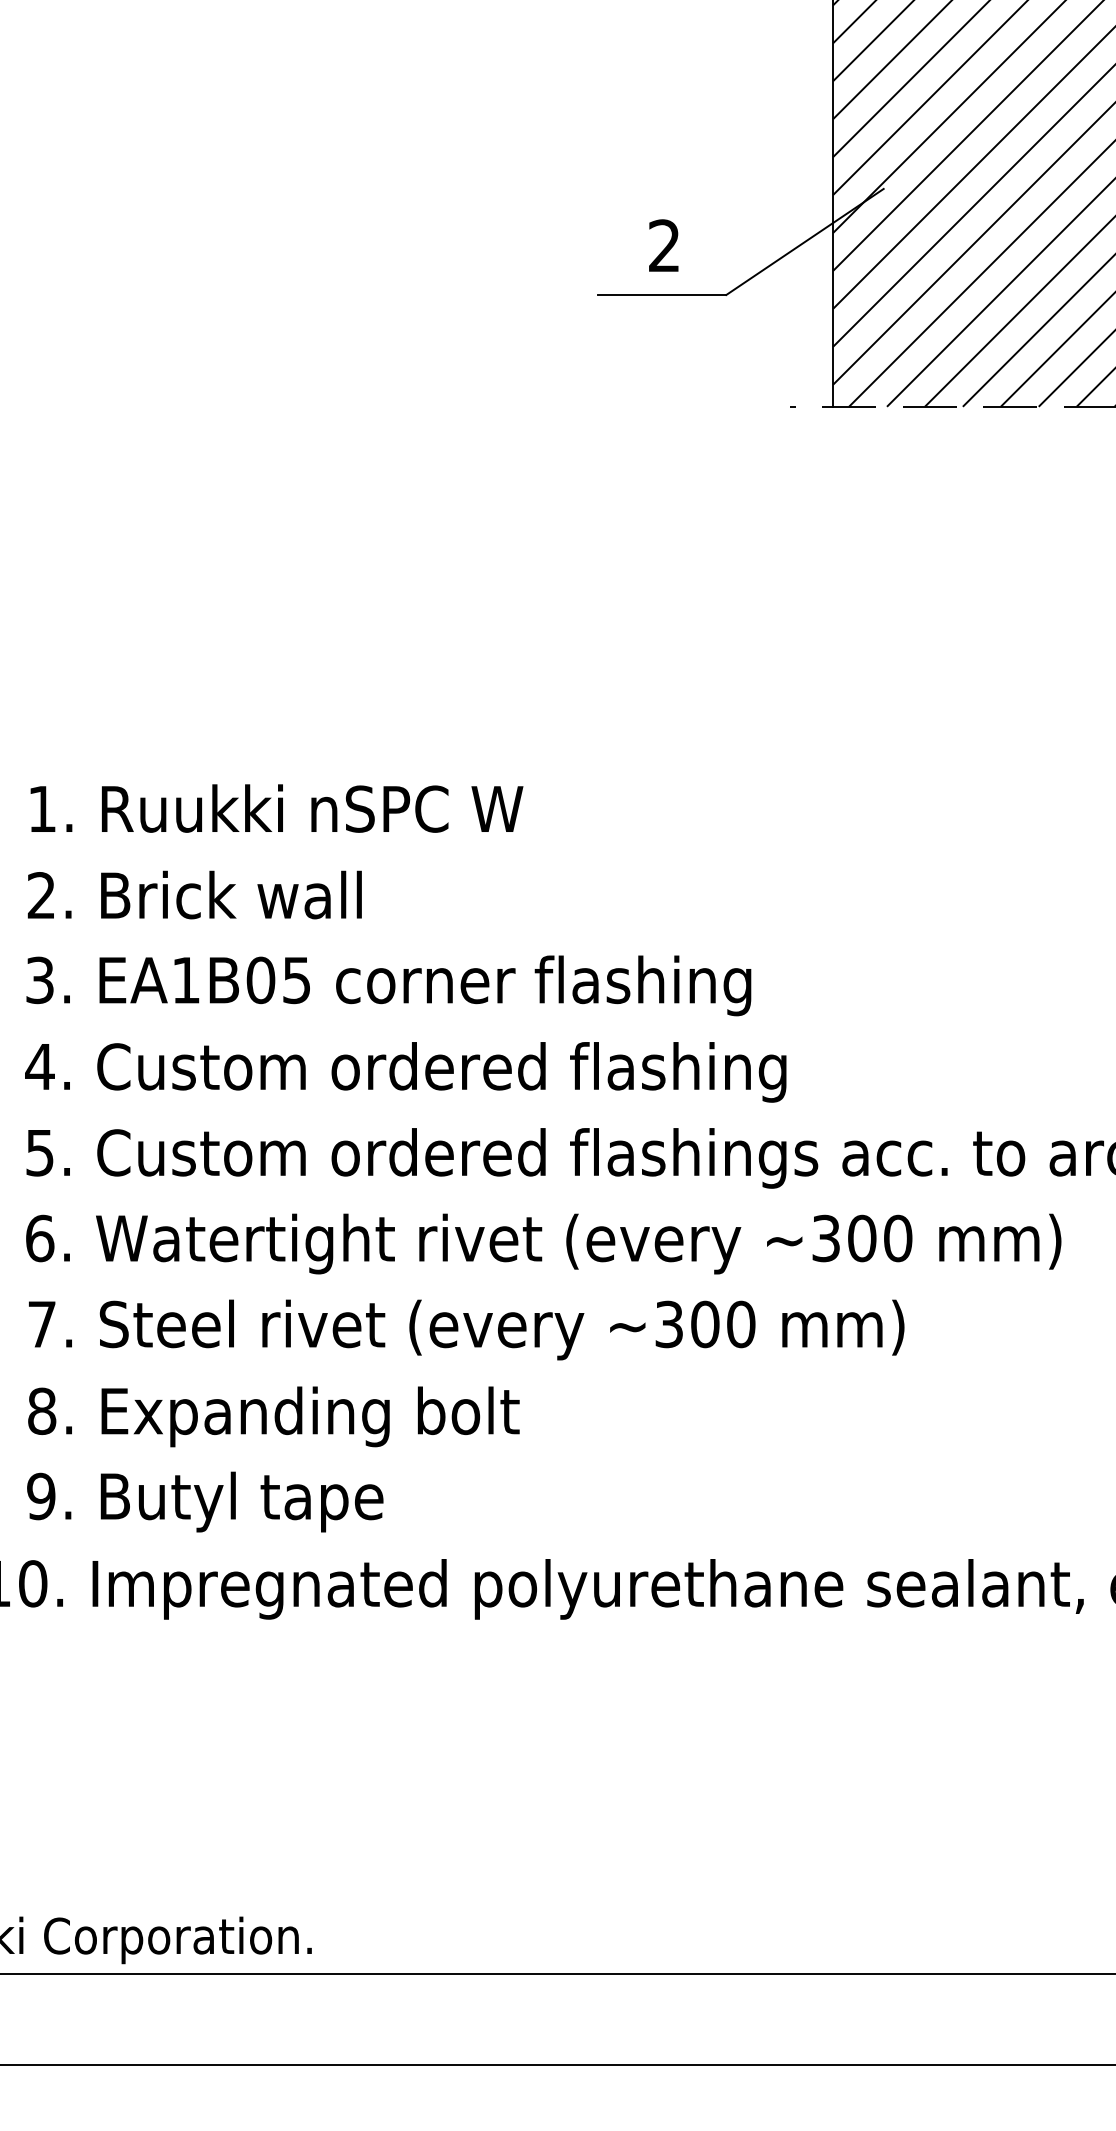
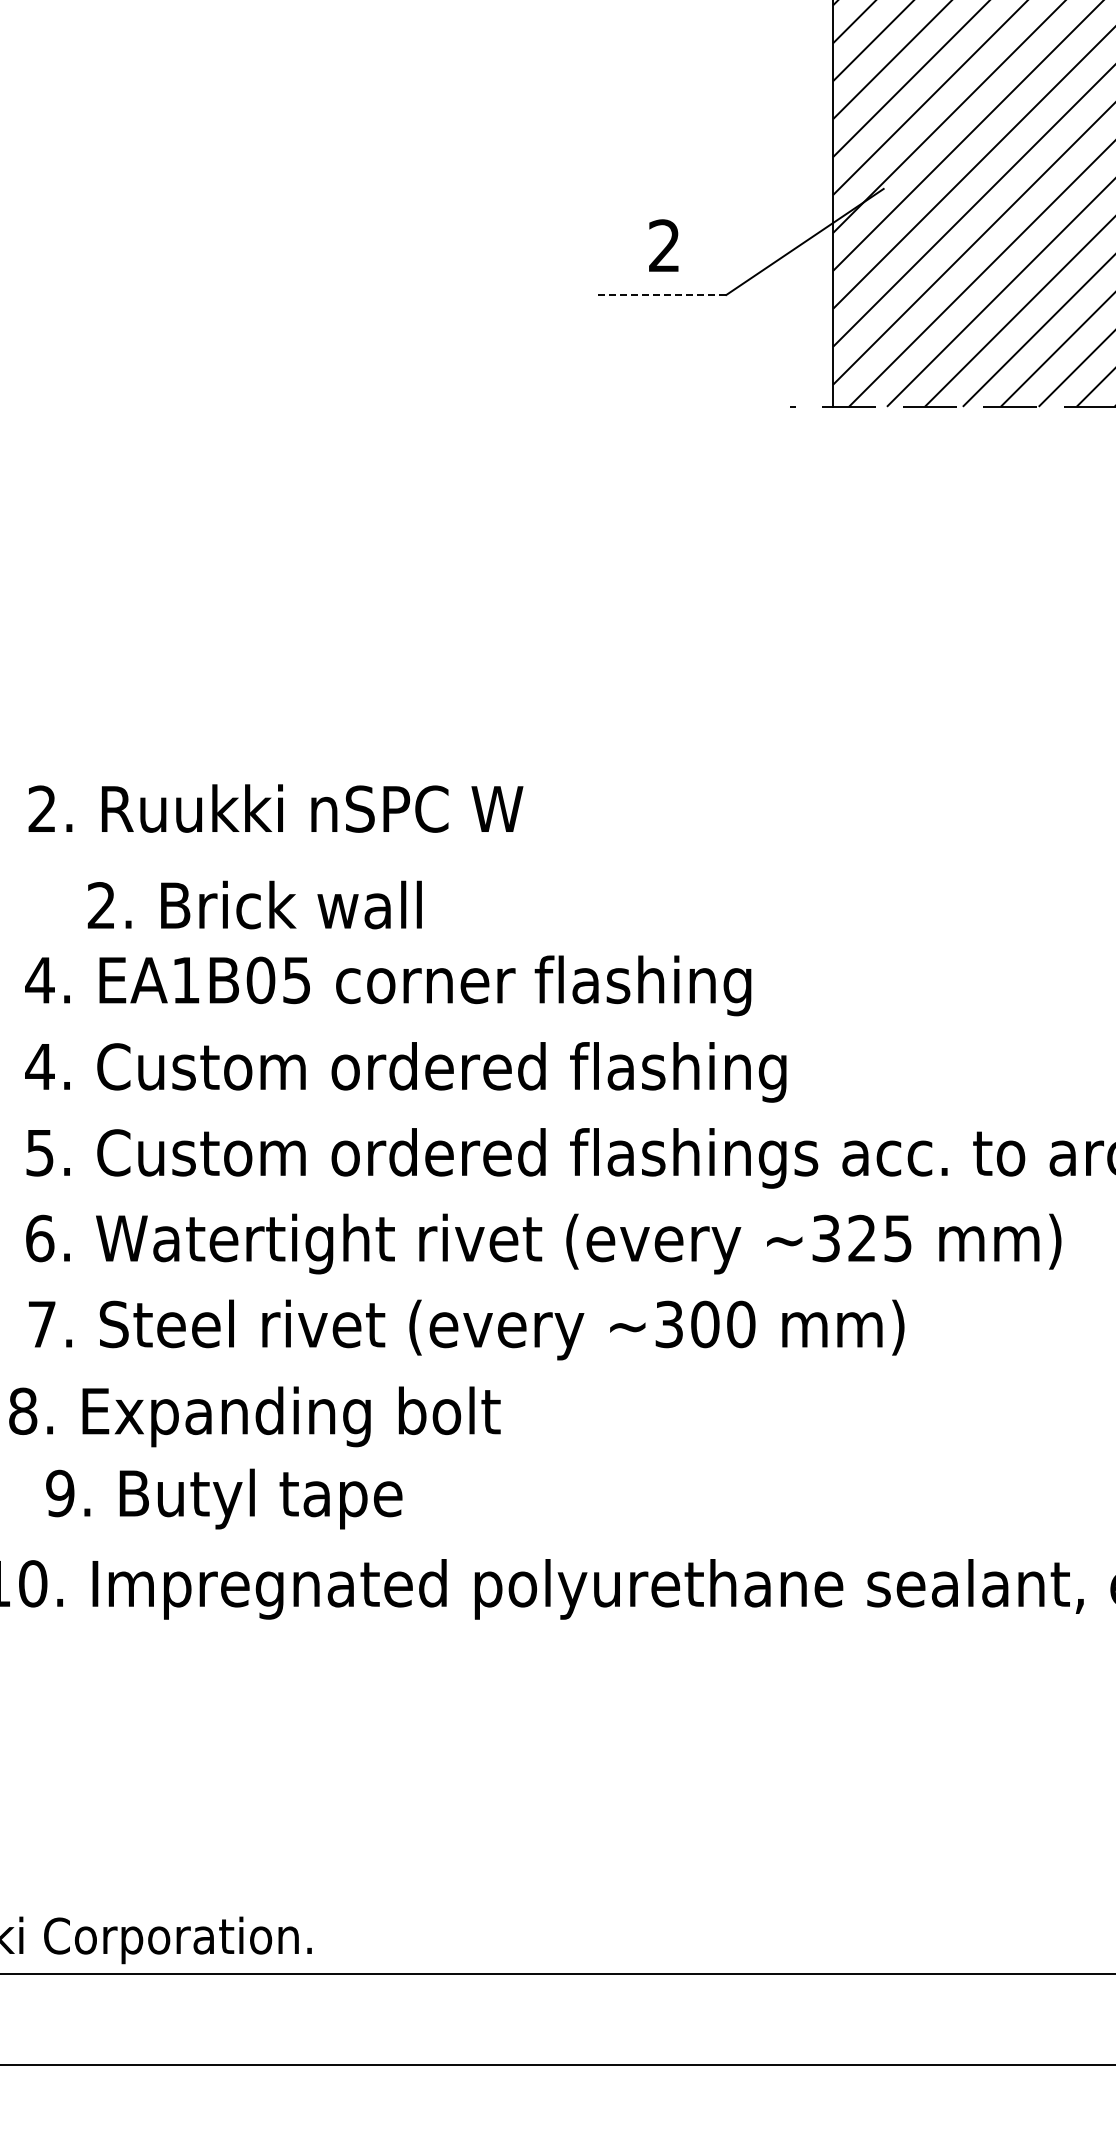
line at (662, 295): solid -> dashed
text at (41, 808): 1. -> 2.
text at (194, 894) position: (194, 894) -> (254, 904)
text at (39, 980): 3. -> 4.
text at (880, 1238): ~300 -> ~325
text at (273, 1416) position: (273, 1416) -> (254, 1416)
text at (205, 1501) position: (205, 1501) -> (224, 1498)
